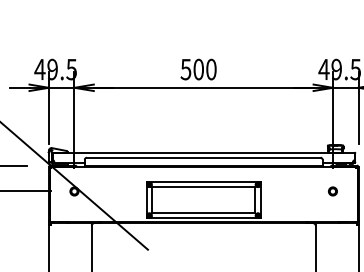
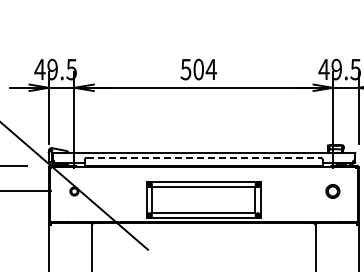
text at (211, 69): 500 -> 504
line at (203, 157): solid -> dashed
part at (332, 191) size: 10x11 px -> 16x15 px
